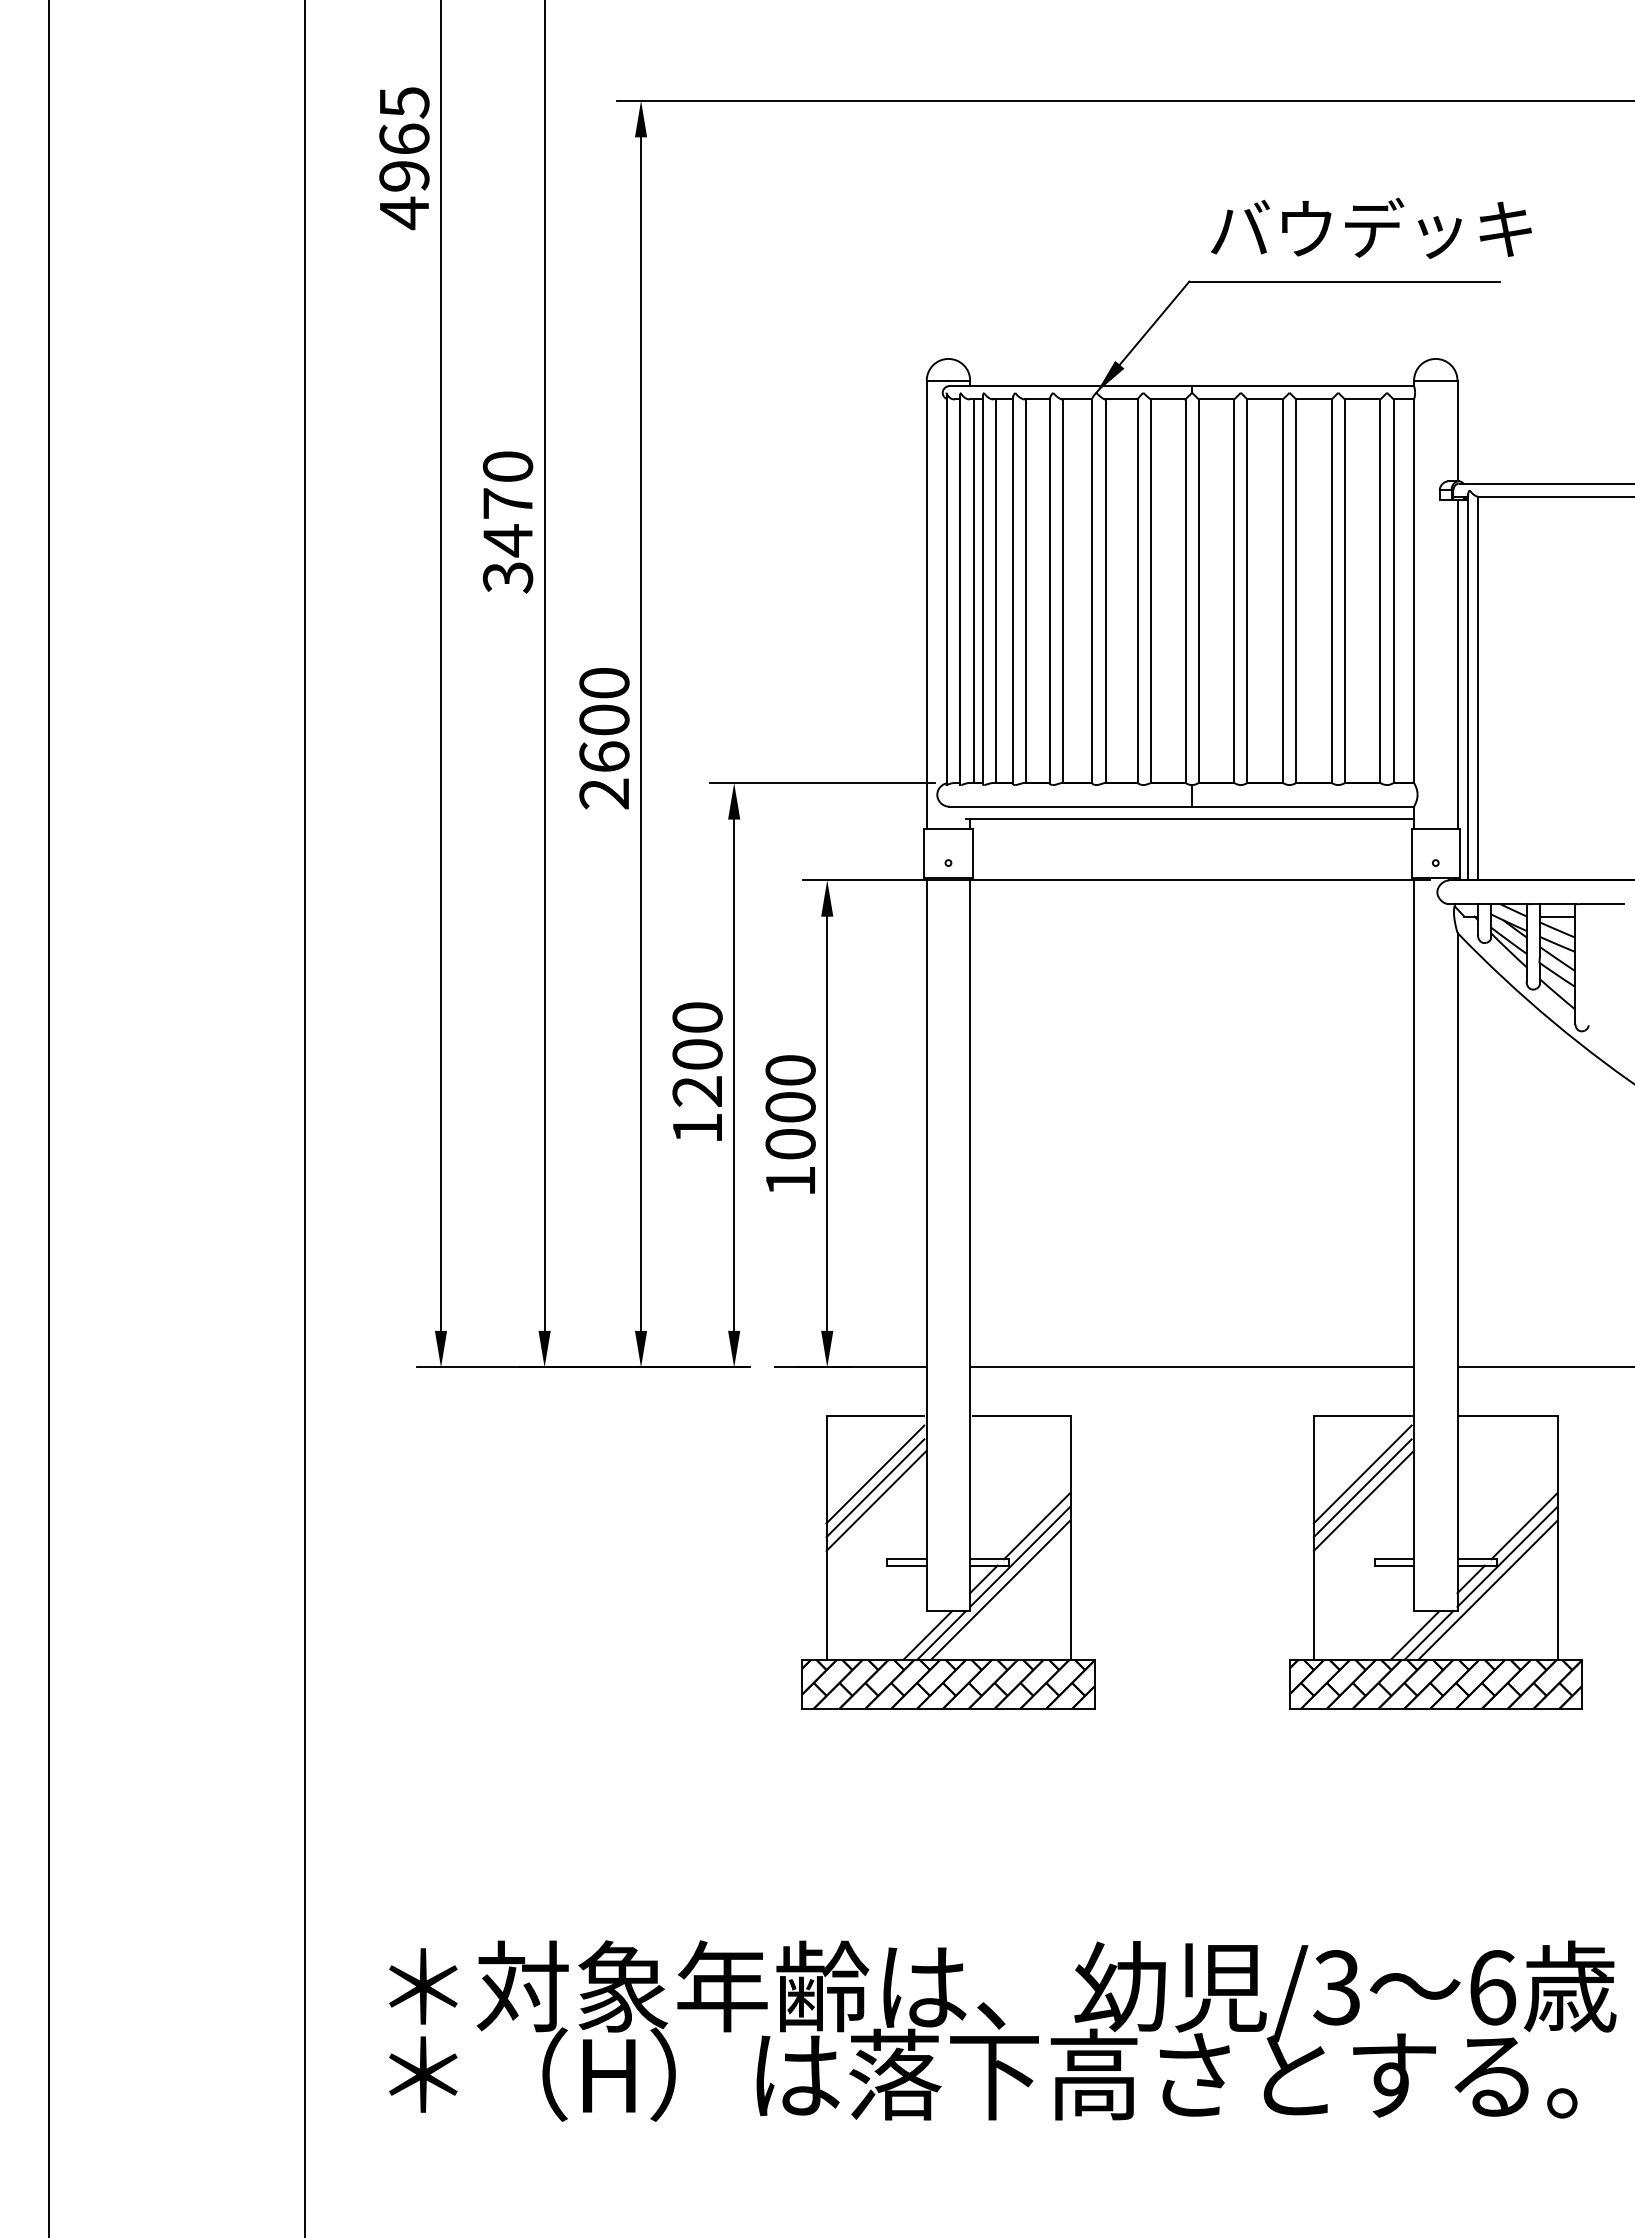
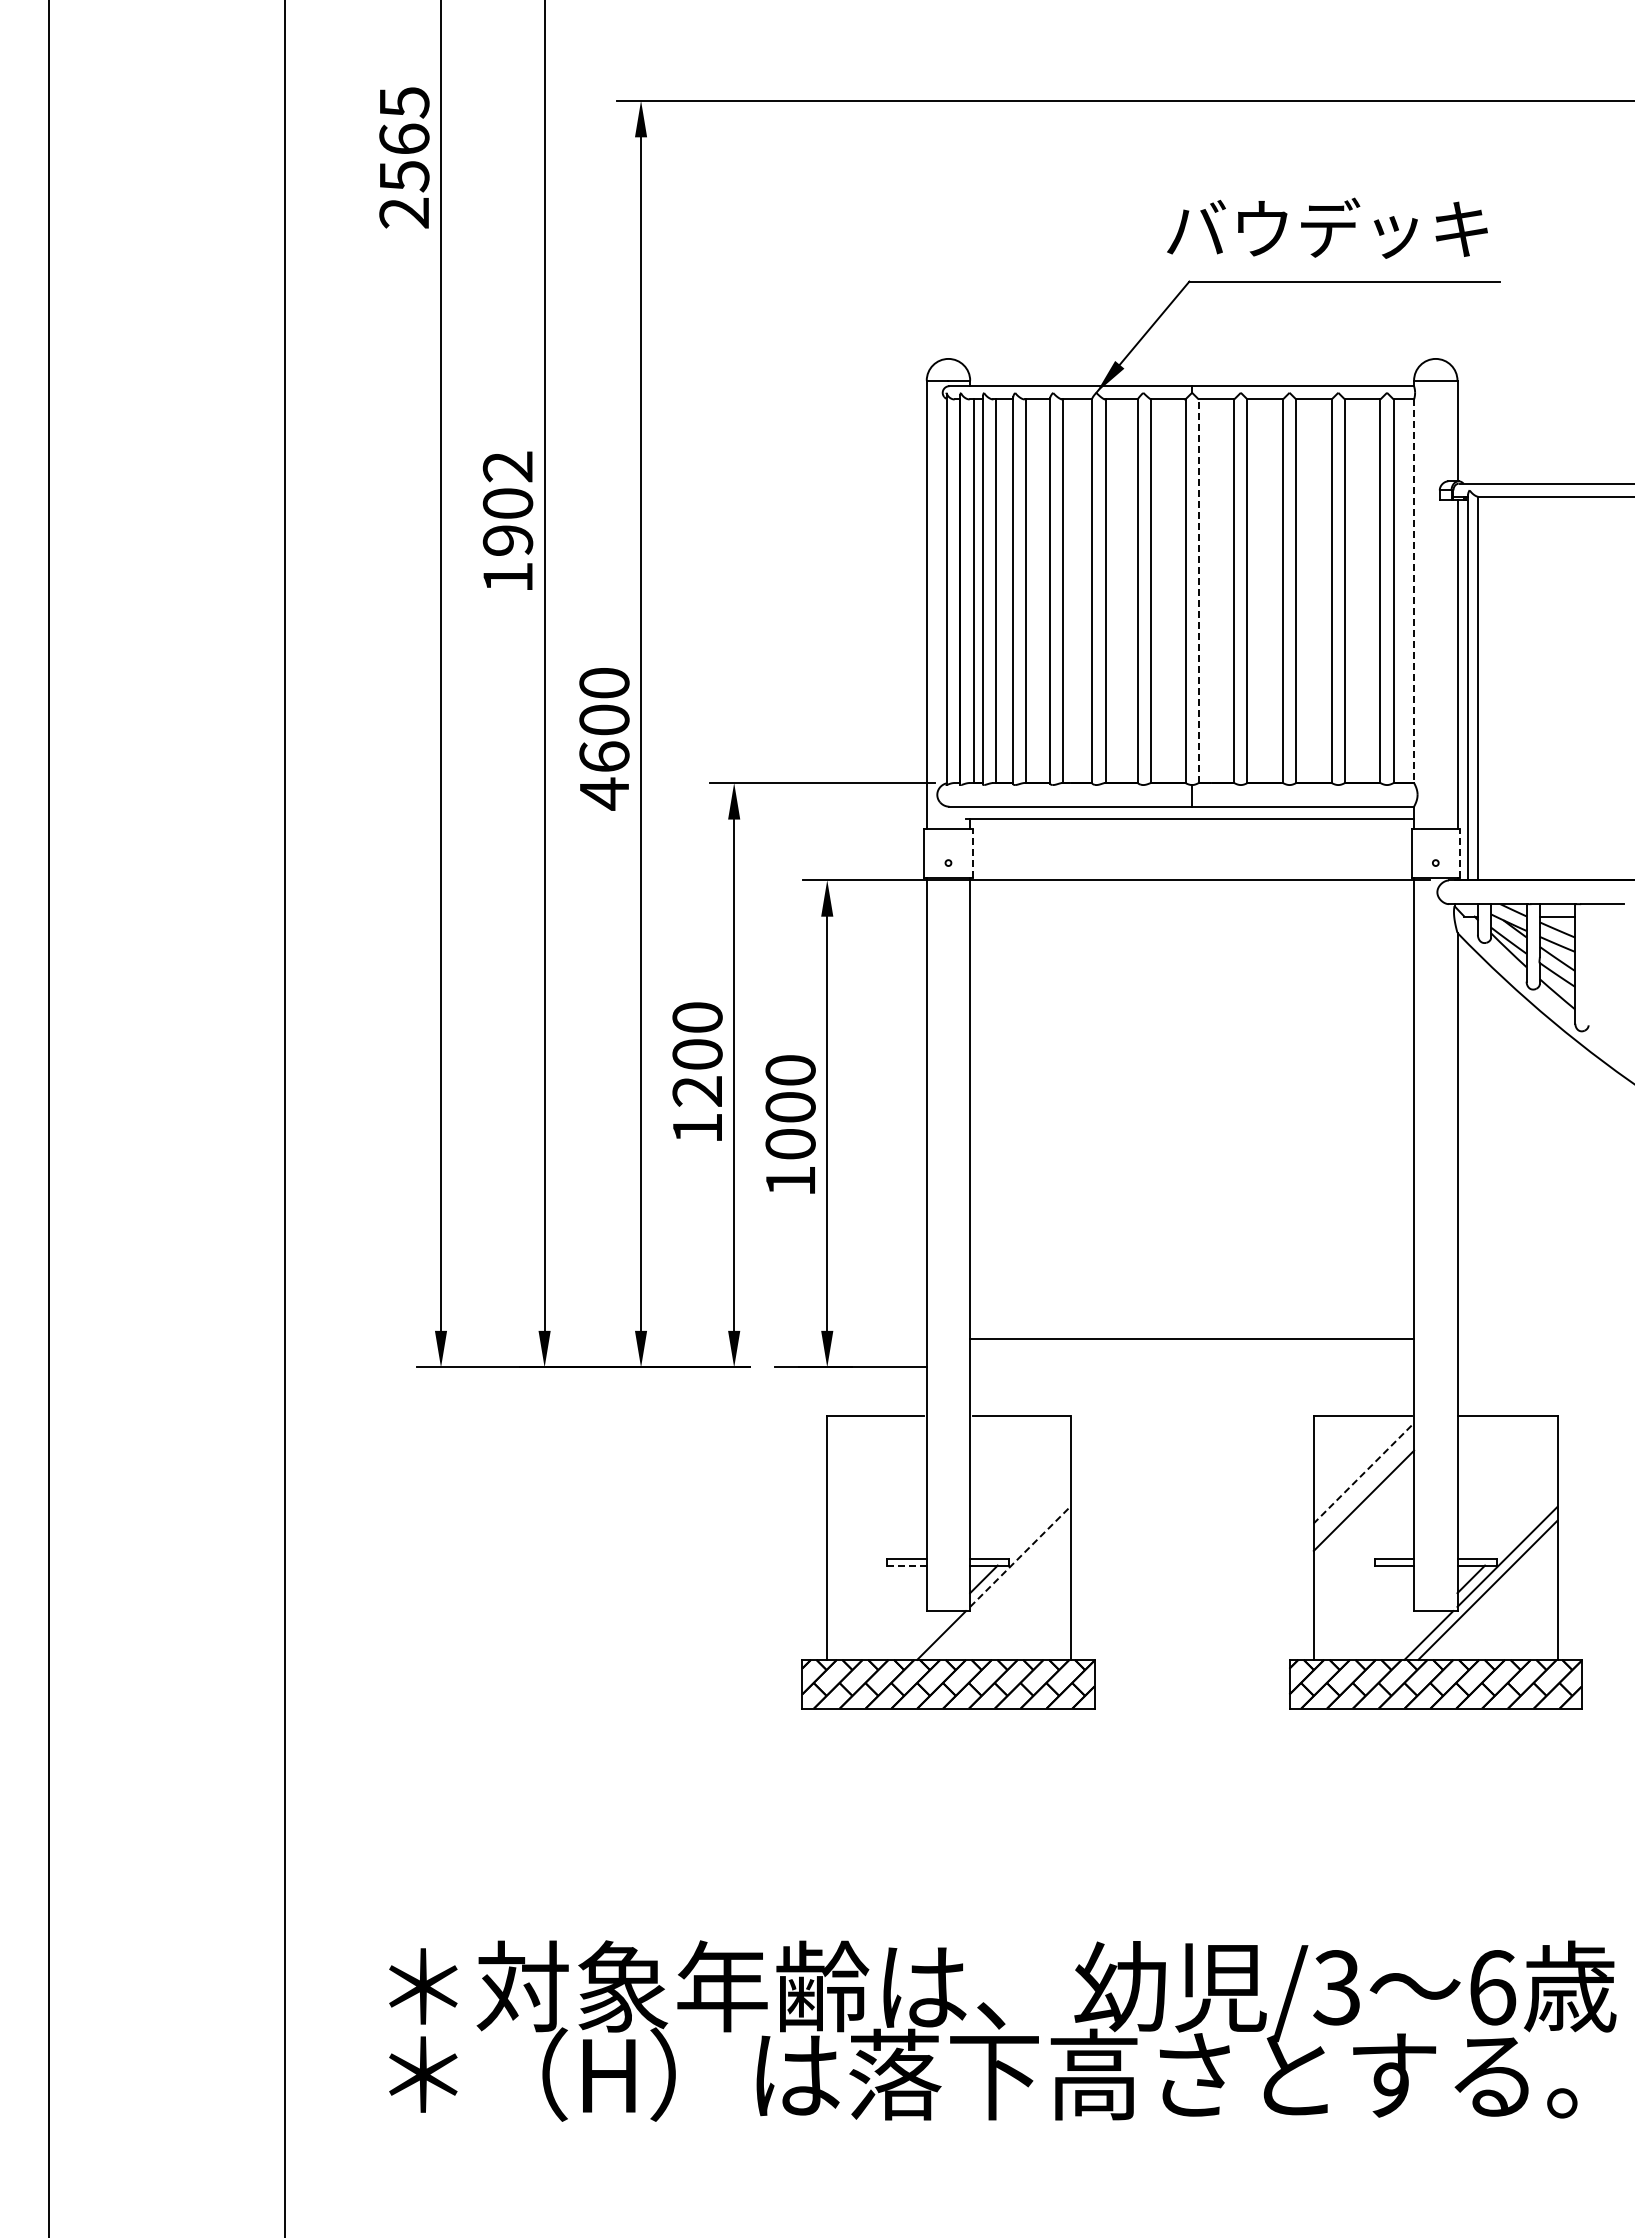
text at (404, 195): 4965 -> 2565
text at (1371, 227) position: (1371, 227) -> (1327, 227)
text at (507, 522): 3470 -> 1902
line at (1198, 591): solid -> dashed
line at (1414, 591): solid -> dashed
text at (603, 793): 2600 -> 4600
line at (972, 852): solid -> dashed
line at (1459, 852): solid -> dashed
line at (305, 1118) position: (305, 1118) -> (285, 1118)
line at (1192, 1367) position: (1192, 1367) -> (1192, 1339)
line at (1544, 1367): present -> none
line at (875, 1474): present -> none
line at (1362, 1474): solid -> dashed
line at (875, 1488): present -> none
line at (1362, 1488): present -> none
line at (876, 1500): present -> none
line at (1037, 1526): present -> none
line at (1524, 1526): present -> none
line at (1020, 1556): solid -> dashed
line at (907, 1565): solid -> dashed
line at (1000, 1589): present -> none
line at (927, 1635): present -> none
line at (1414, 1635): present -> none
